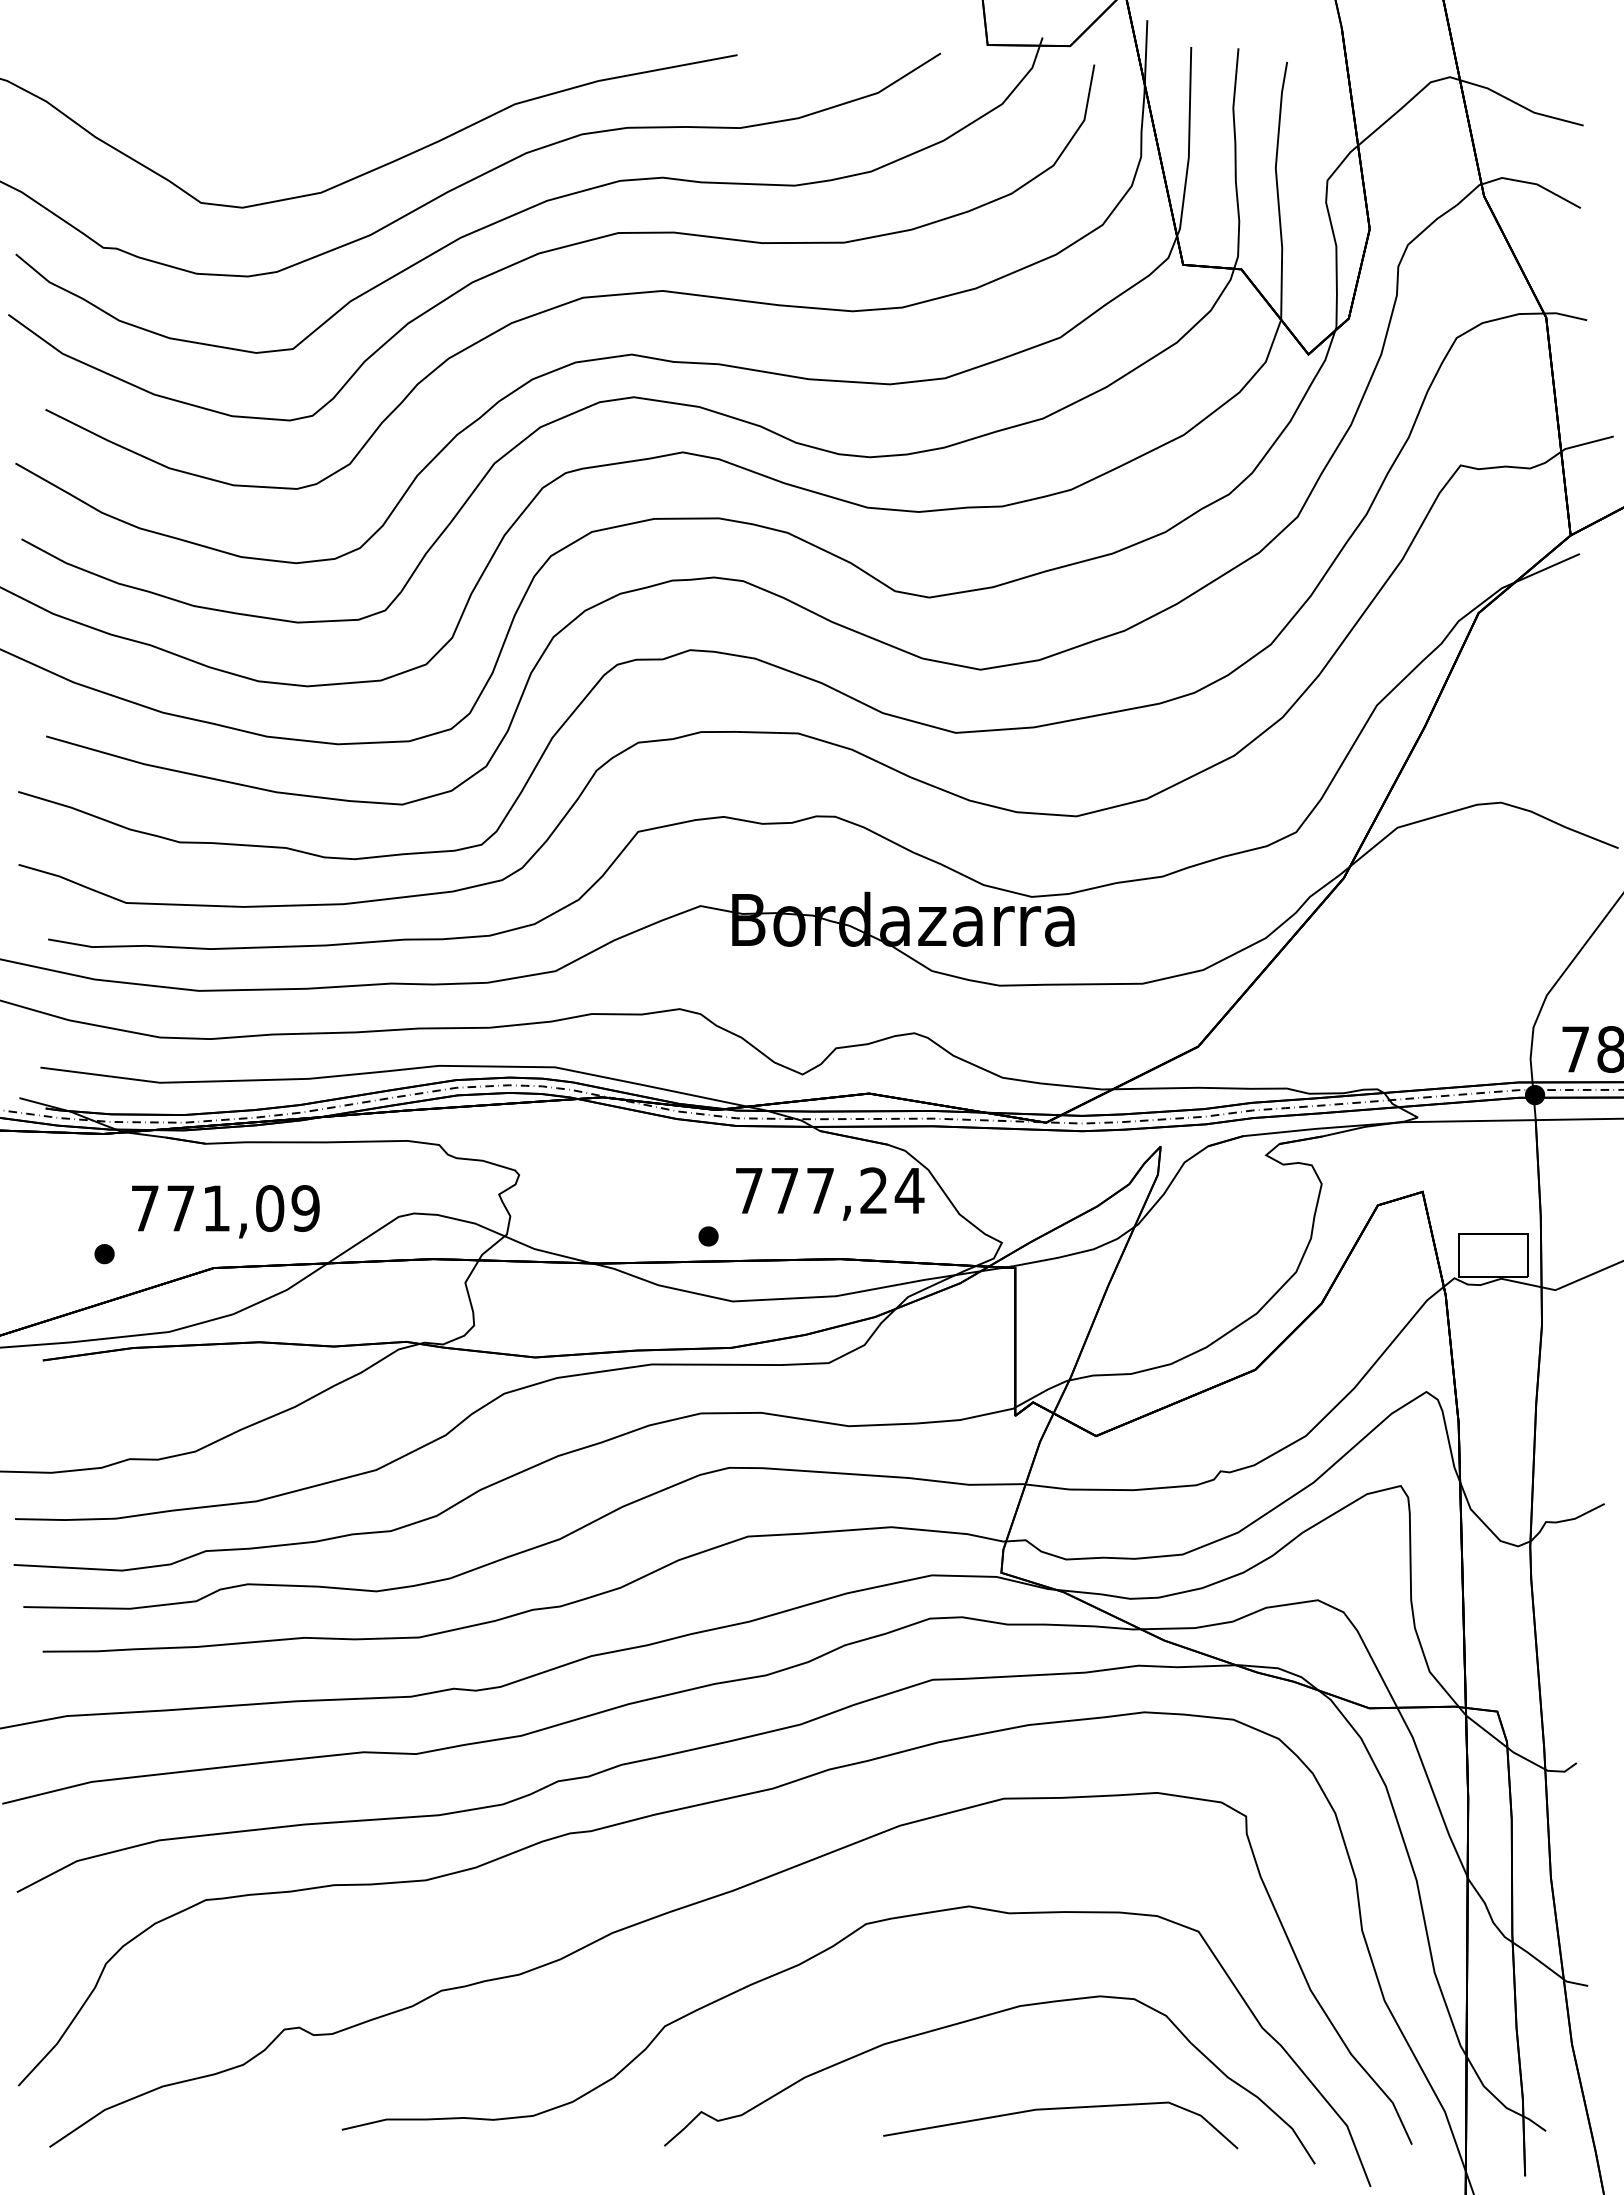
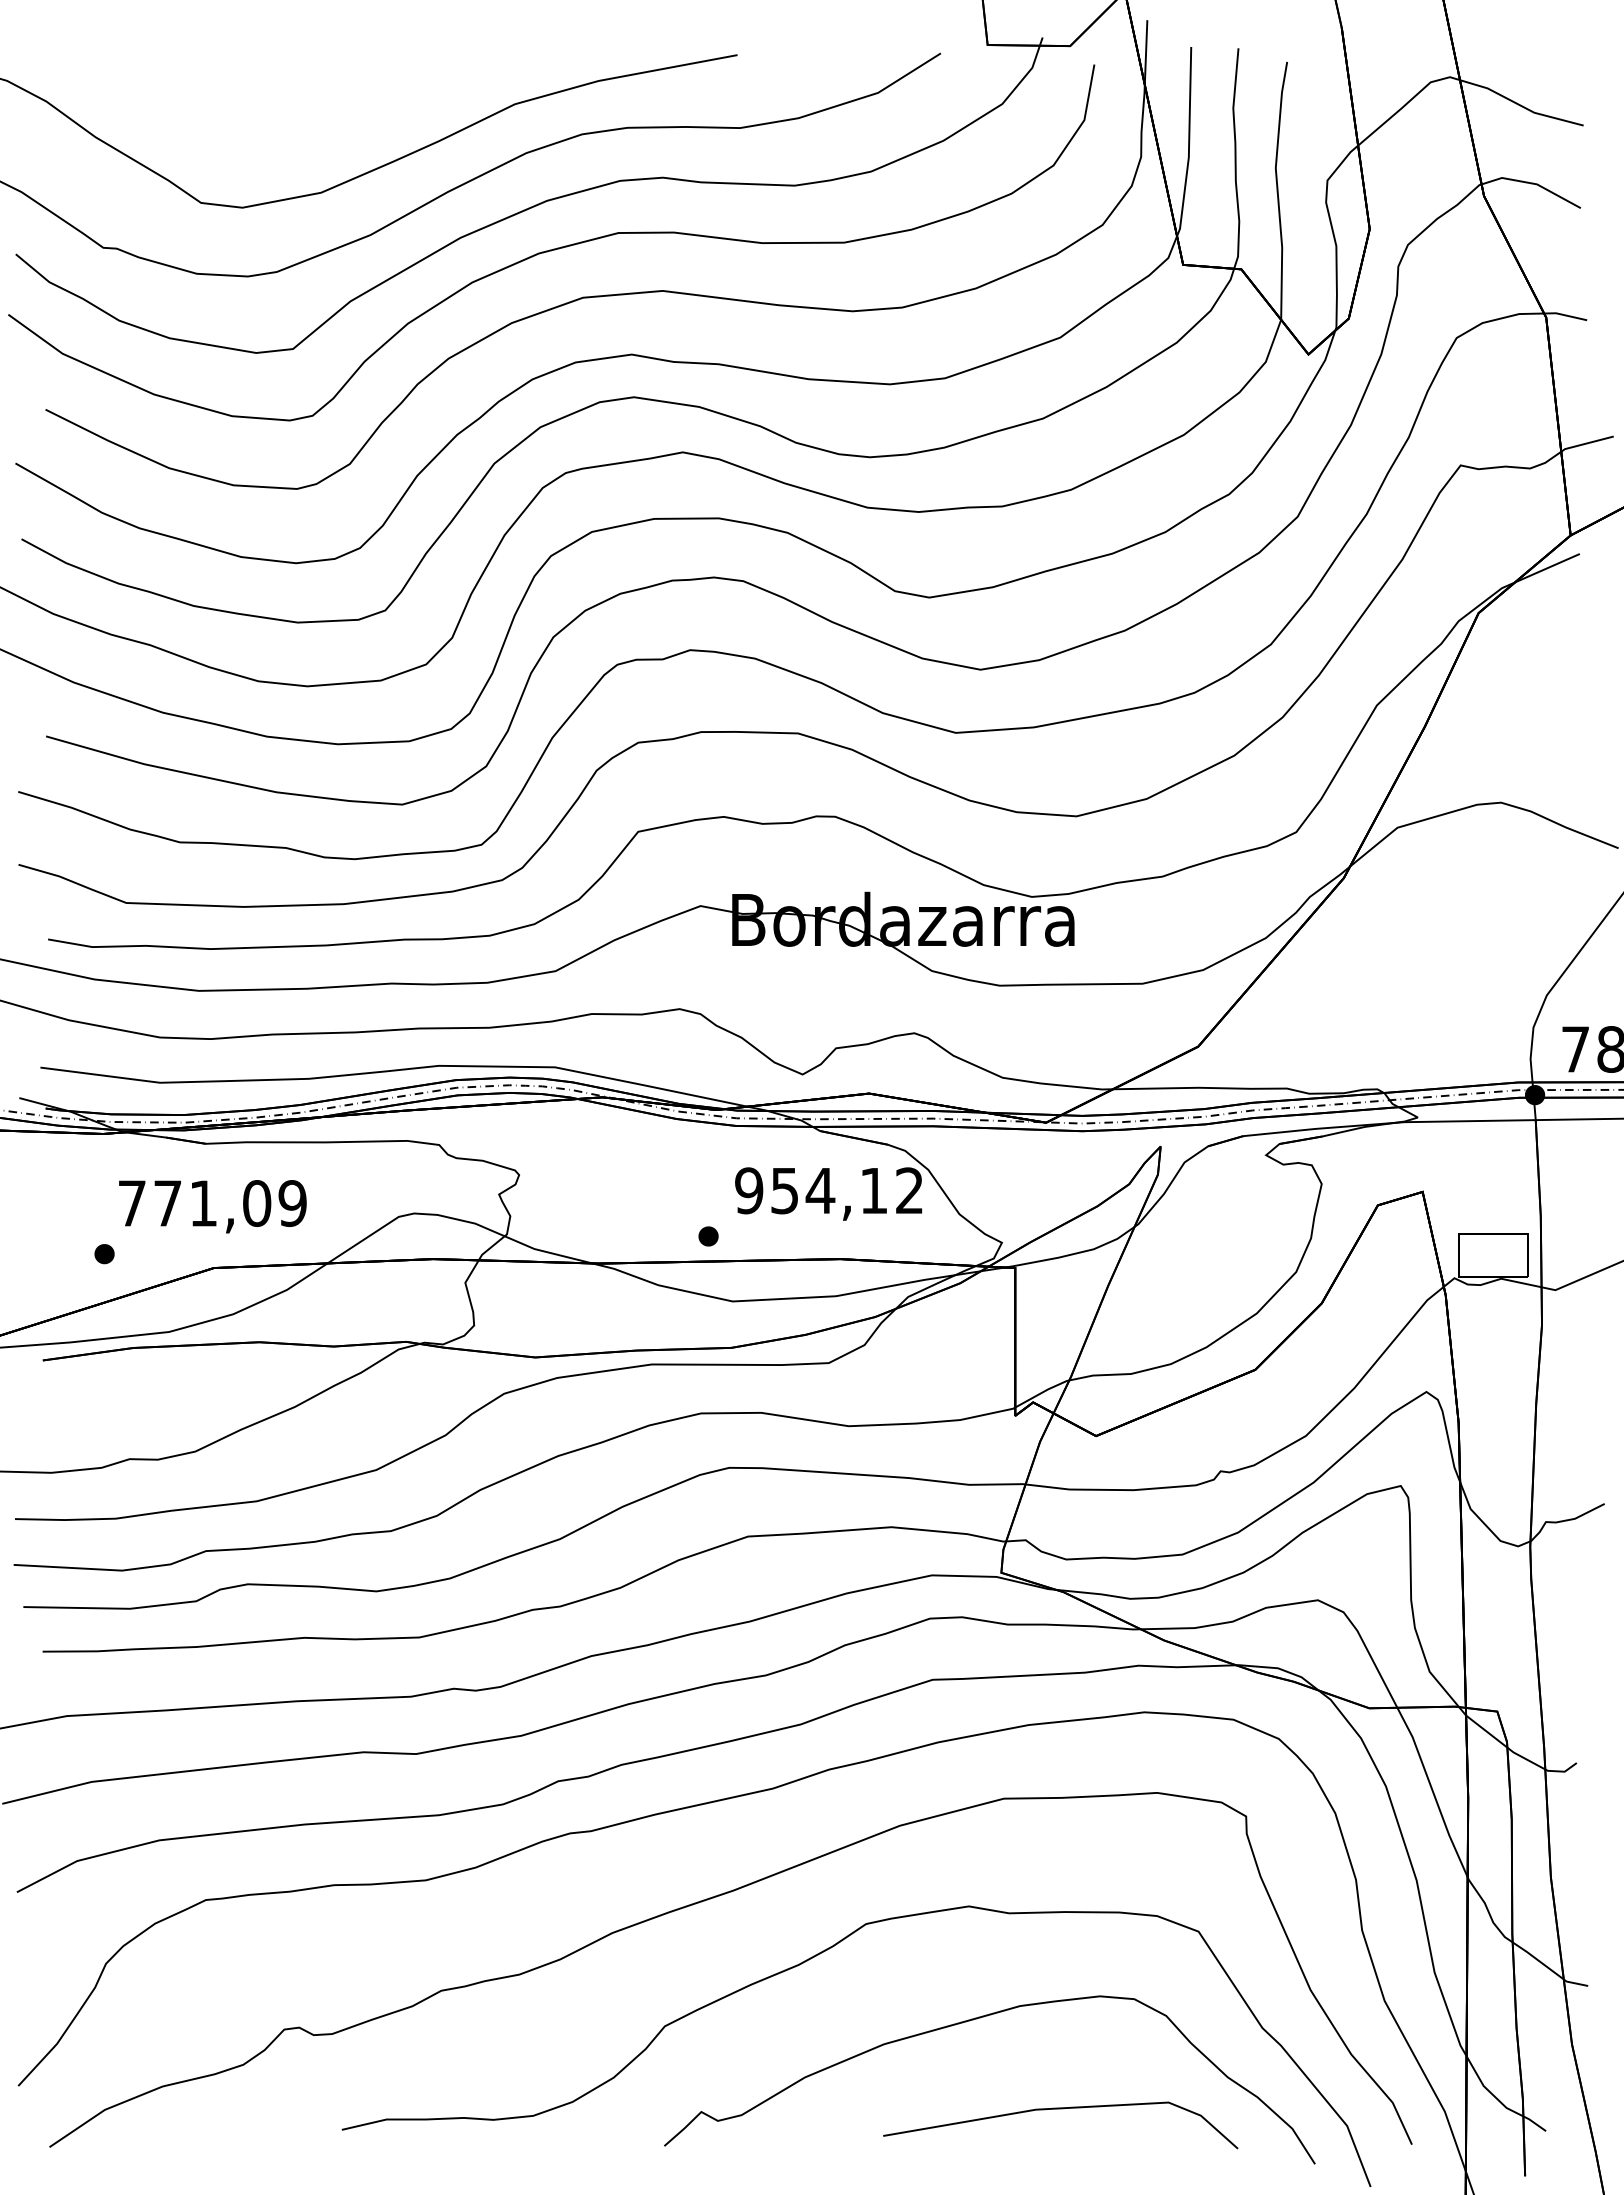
text at (829, 1190): 777,24 -> 954,12
text at (225, 1211) position: (225, 1211) -> (212, 1206)
